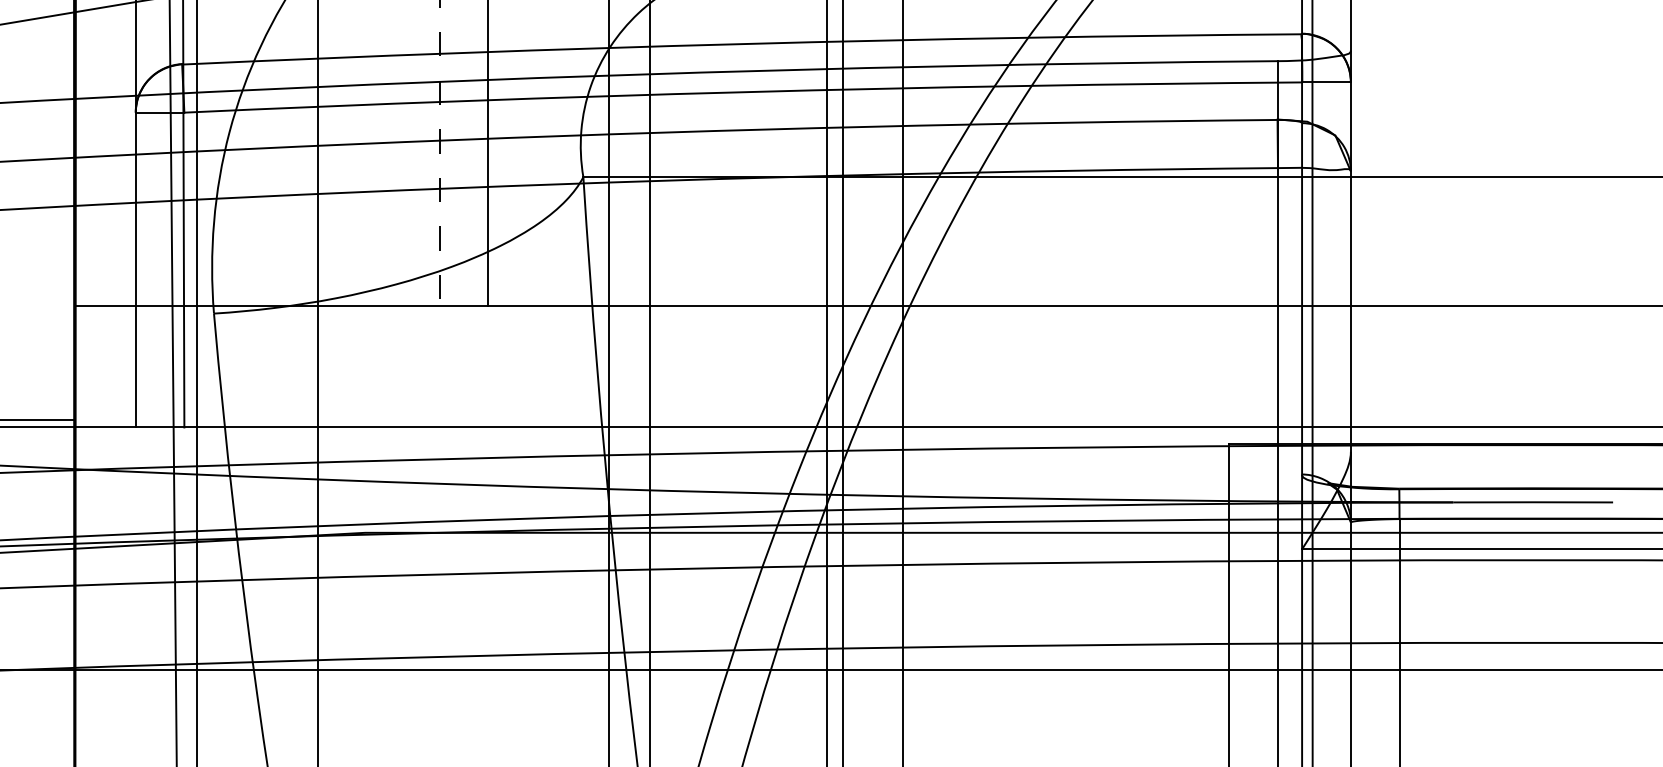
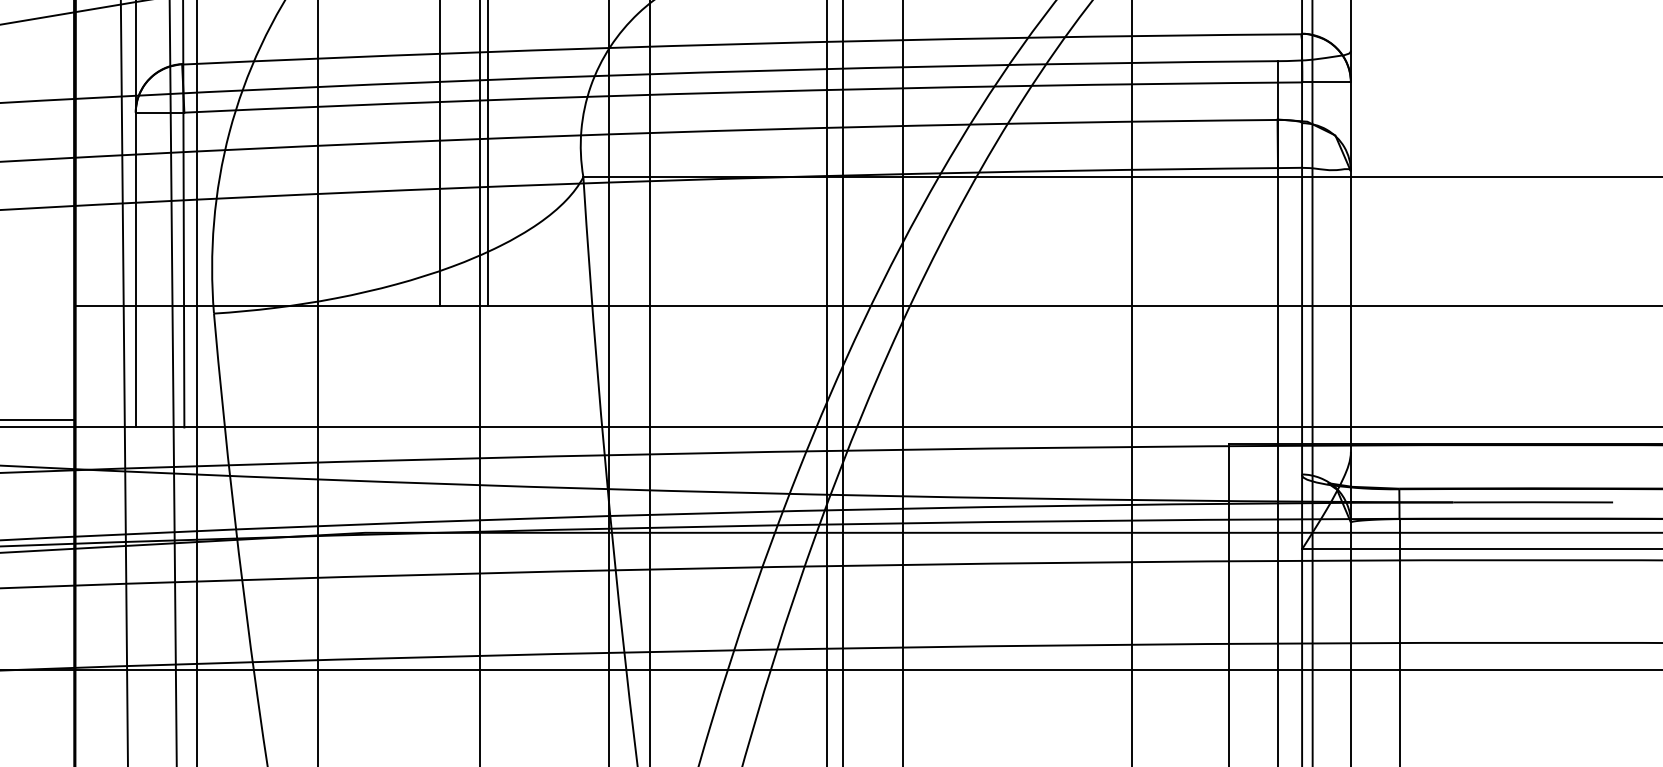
line at (439, 153): dashed -> solid
line at (123, 382): none -> present
line at (479, 382): none -> present
line at (1132, 382): none -> present
